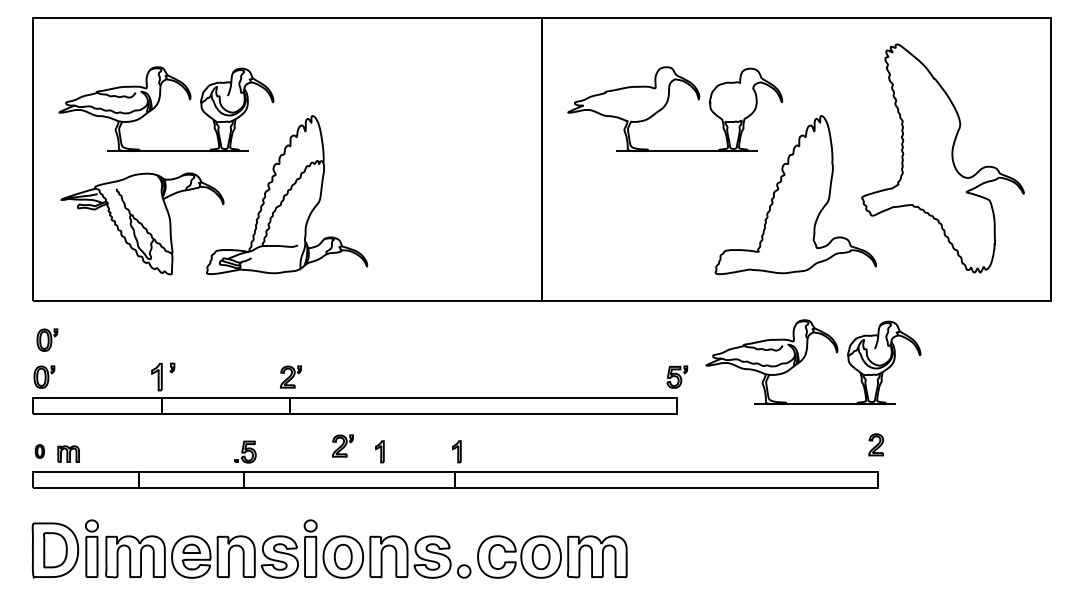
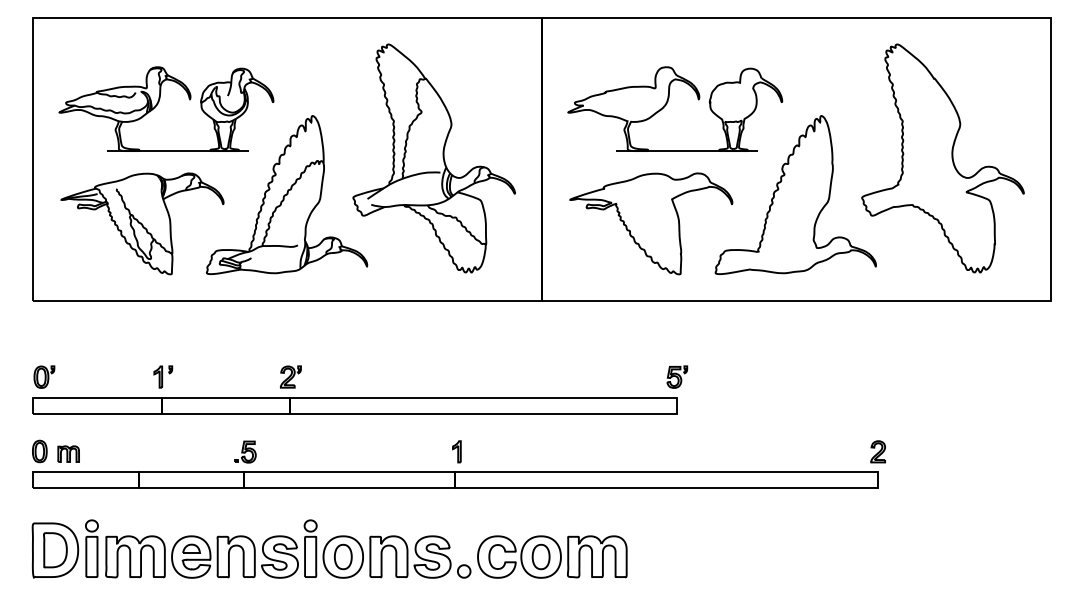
part at (433, 158): none -> present
part at (651, 223): none -> present
part at (47, 339): present -> none
part at (805, 357): present -> none
part at (163, 376) size: 25x30 px -> 21x24 px
part at (875, 444) position: (875, 444) -> (877, 451)
part at (342, 445): present -> none
part at (39, 451) size: 11x15 px -> 16x25 px
part at (379, 451): present -> none
